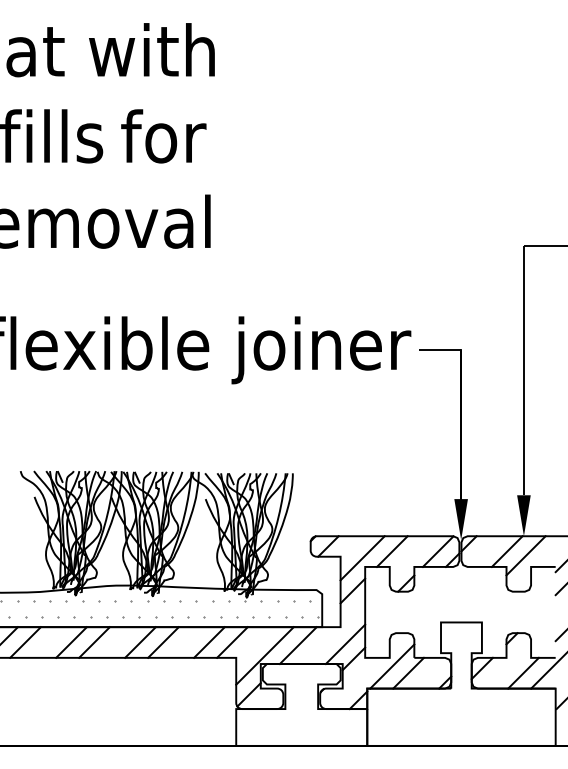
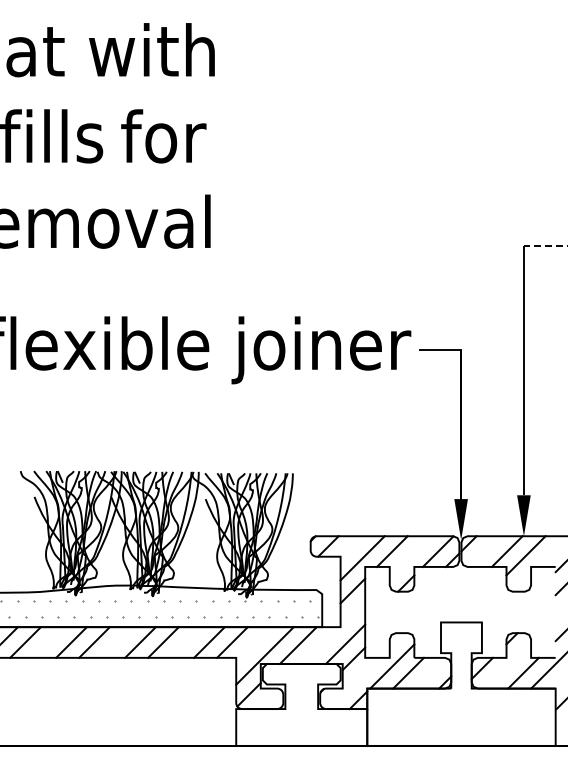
line at (545, 245): solid -> dashed
